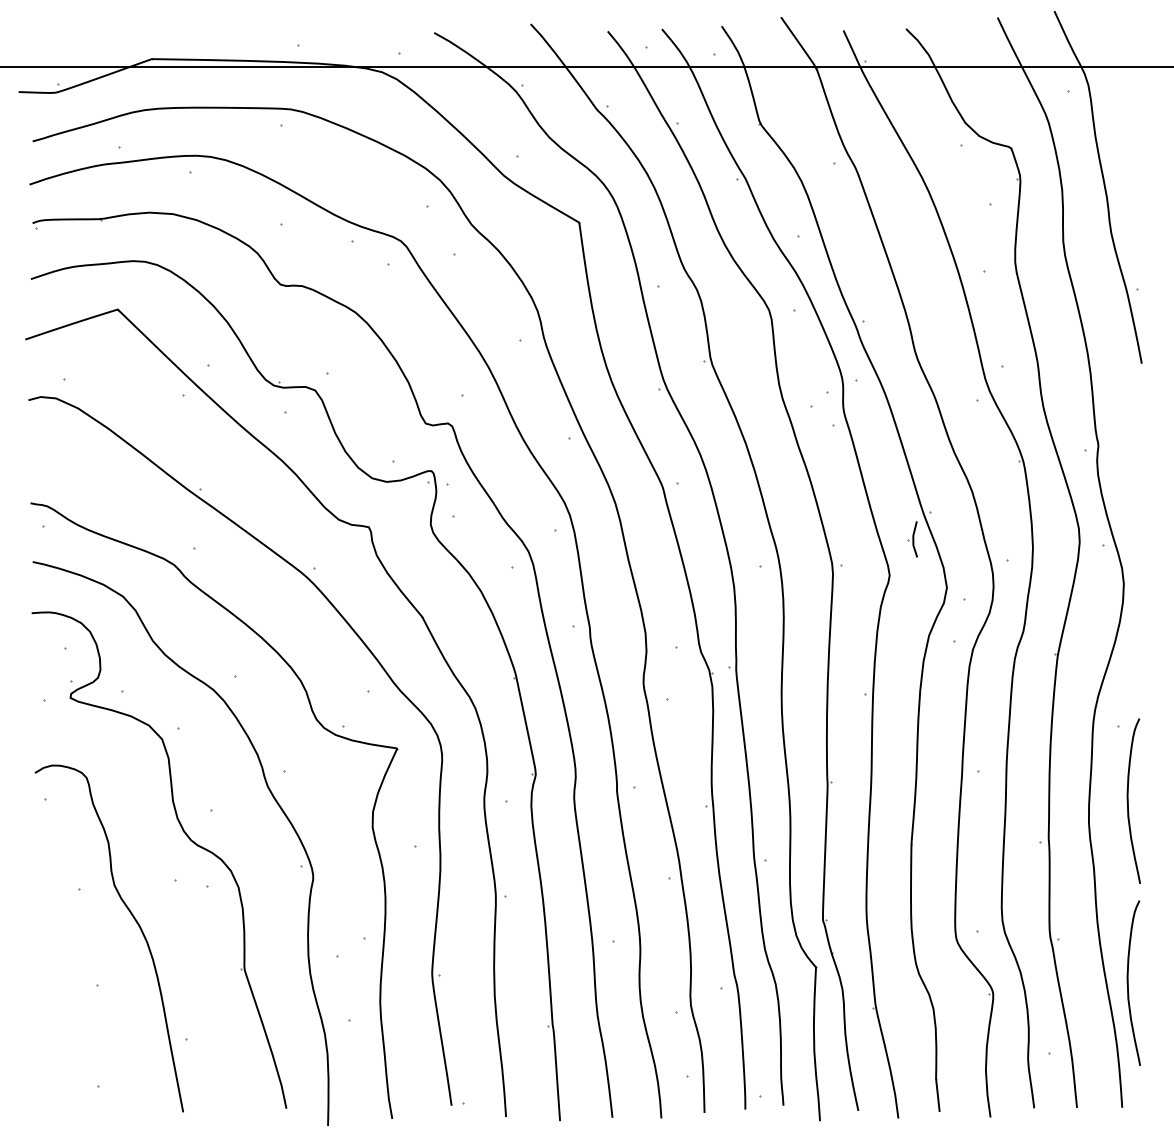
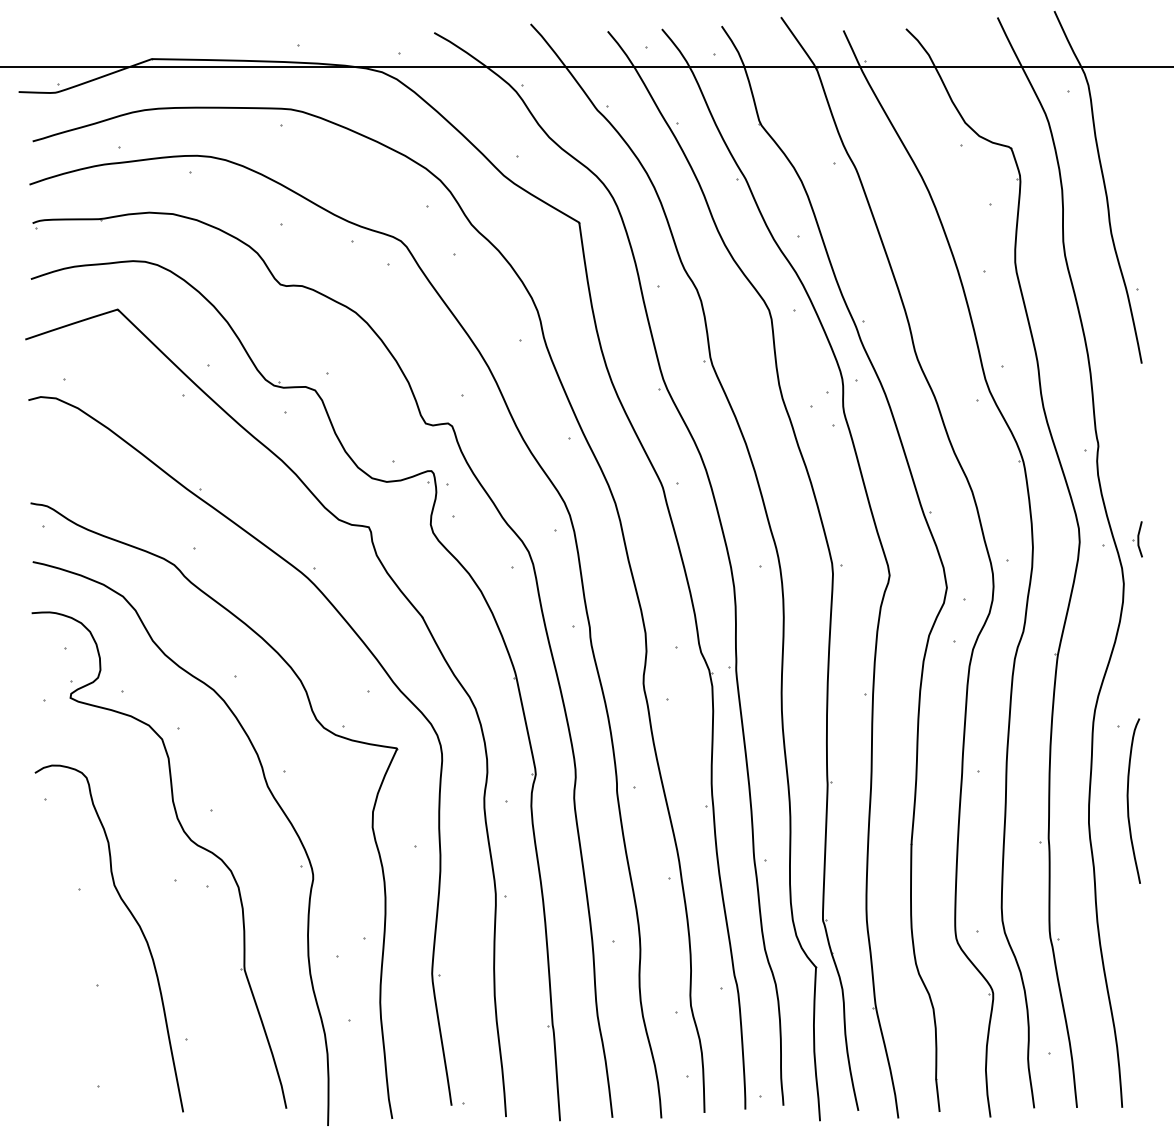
part at (912, 539) position: (912, 539) -> (1137, 539)
curve at (1128, 982): present -> none
